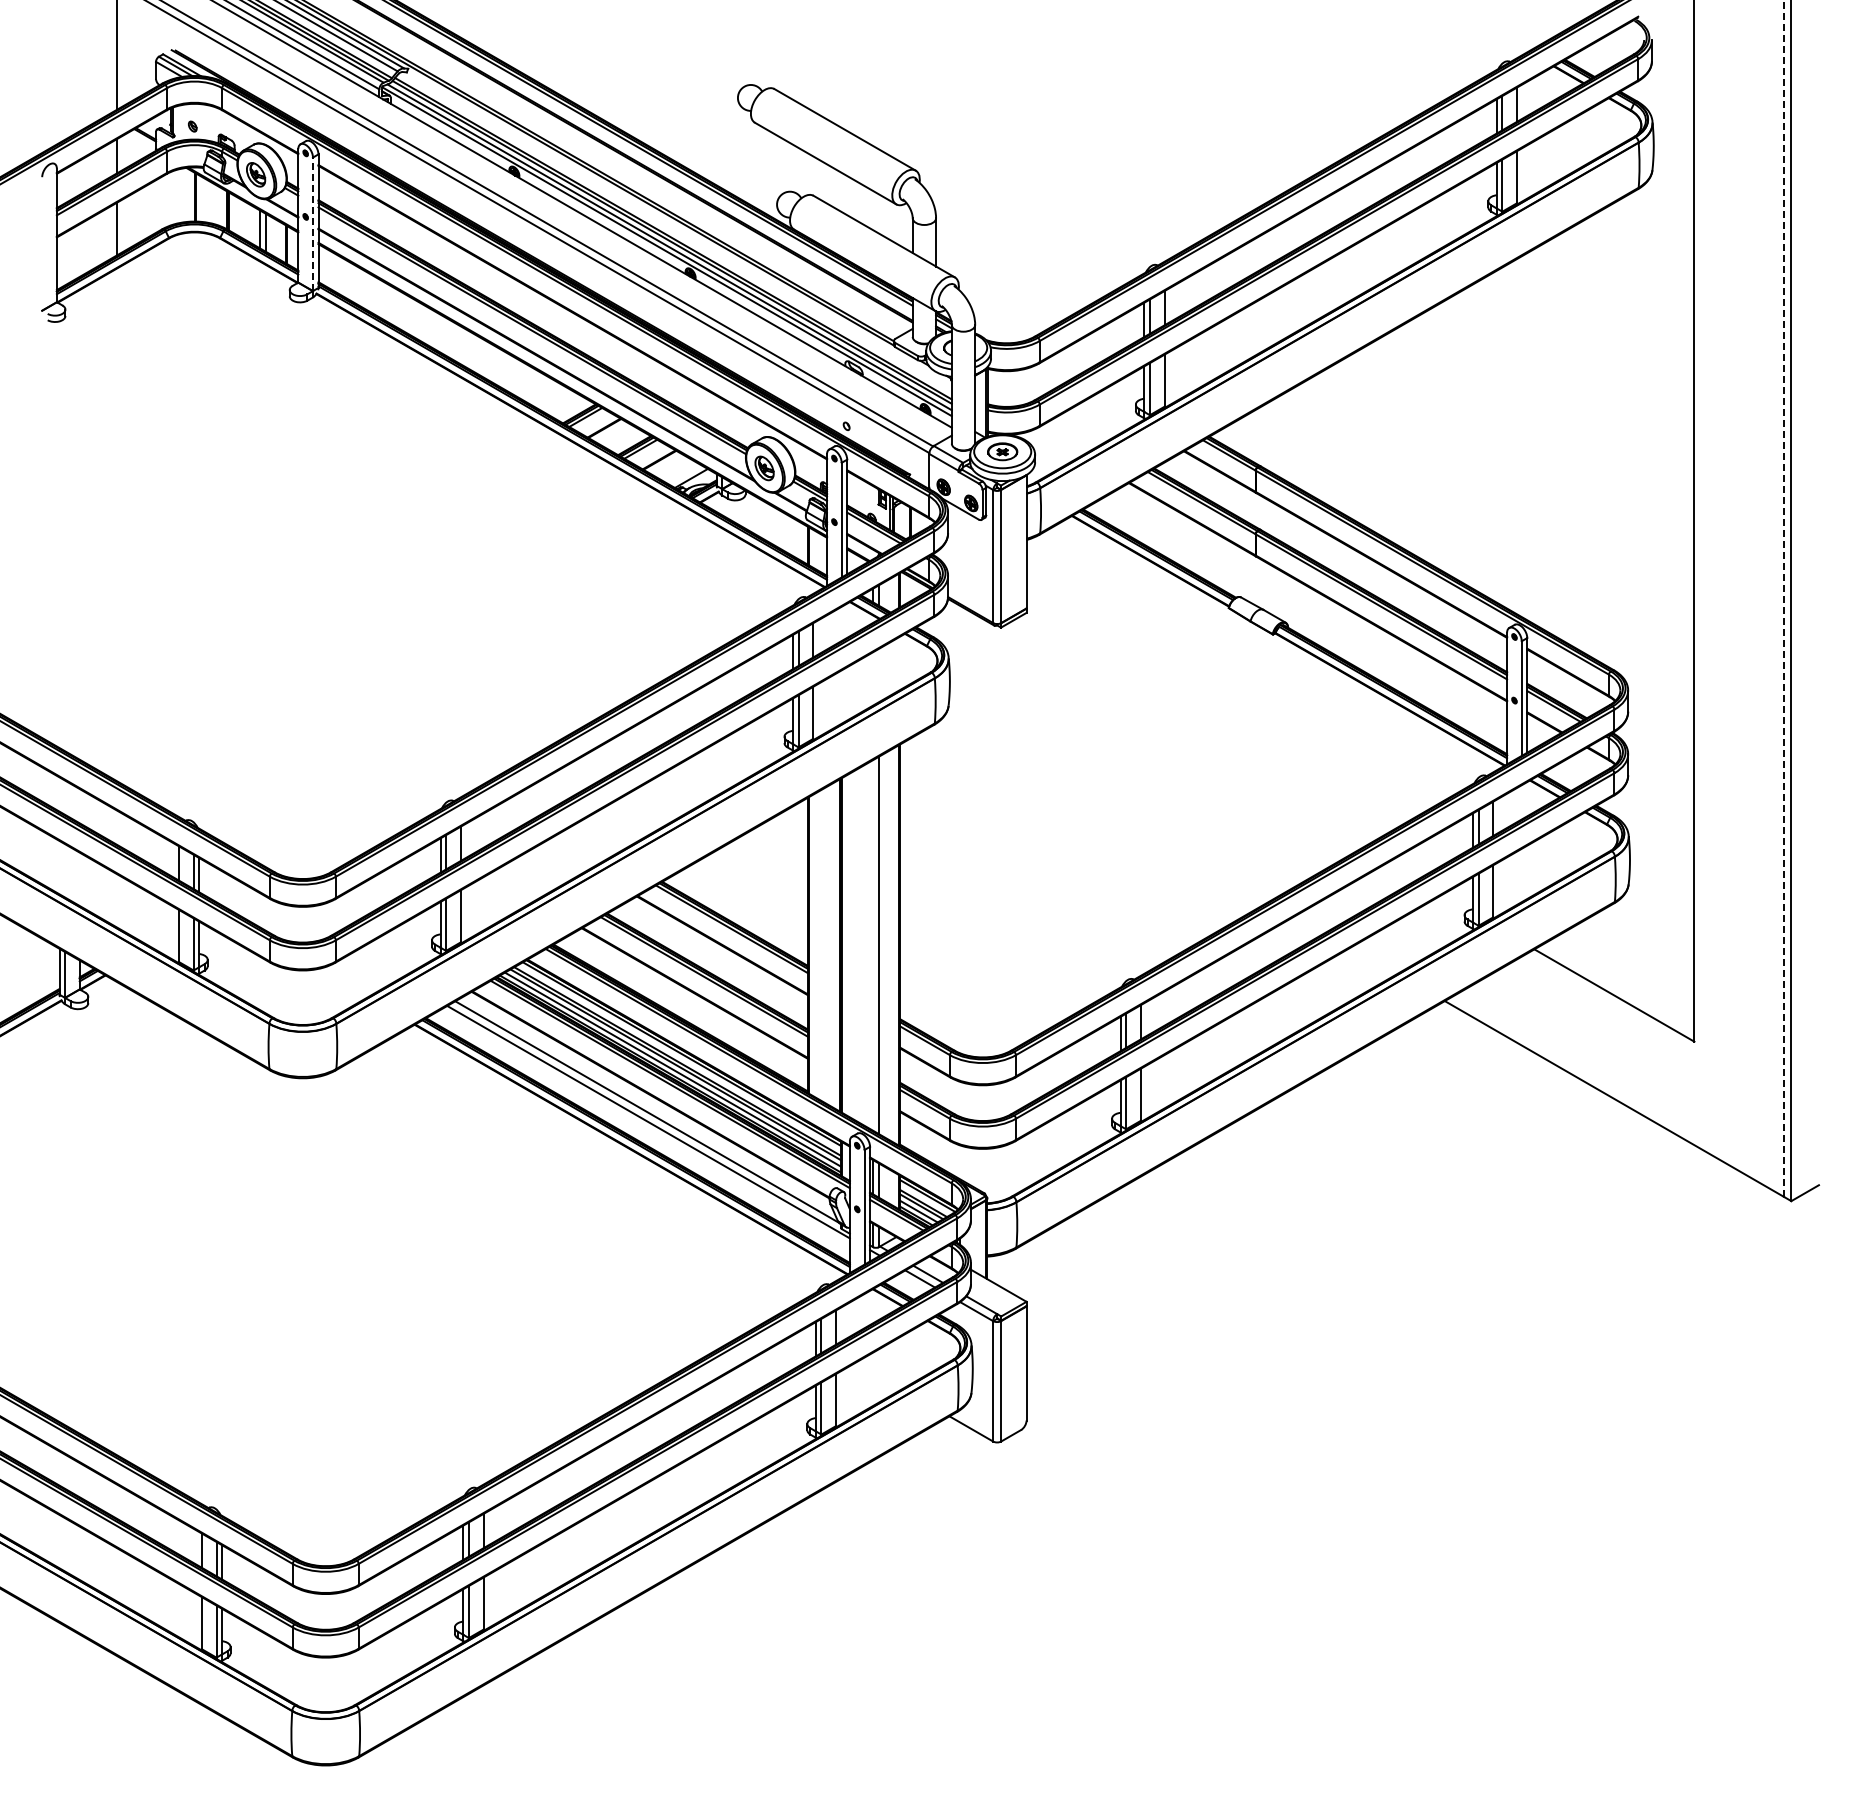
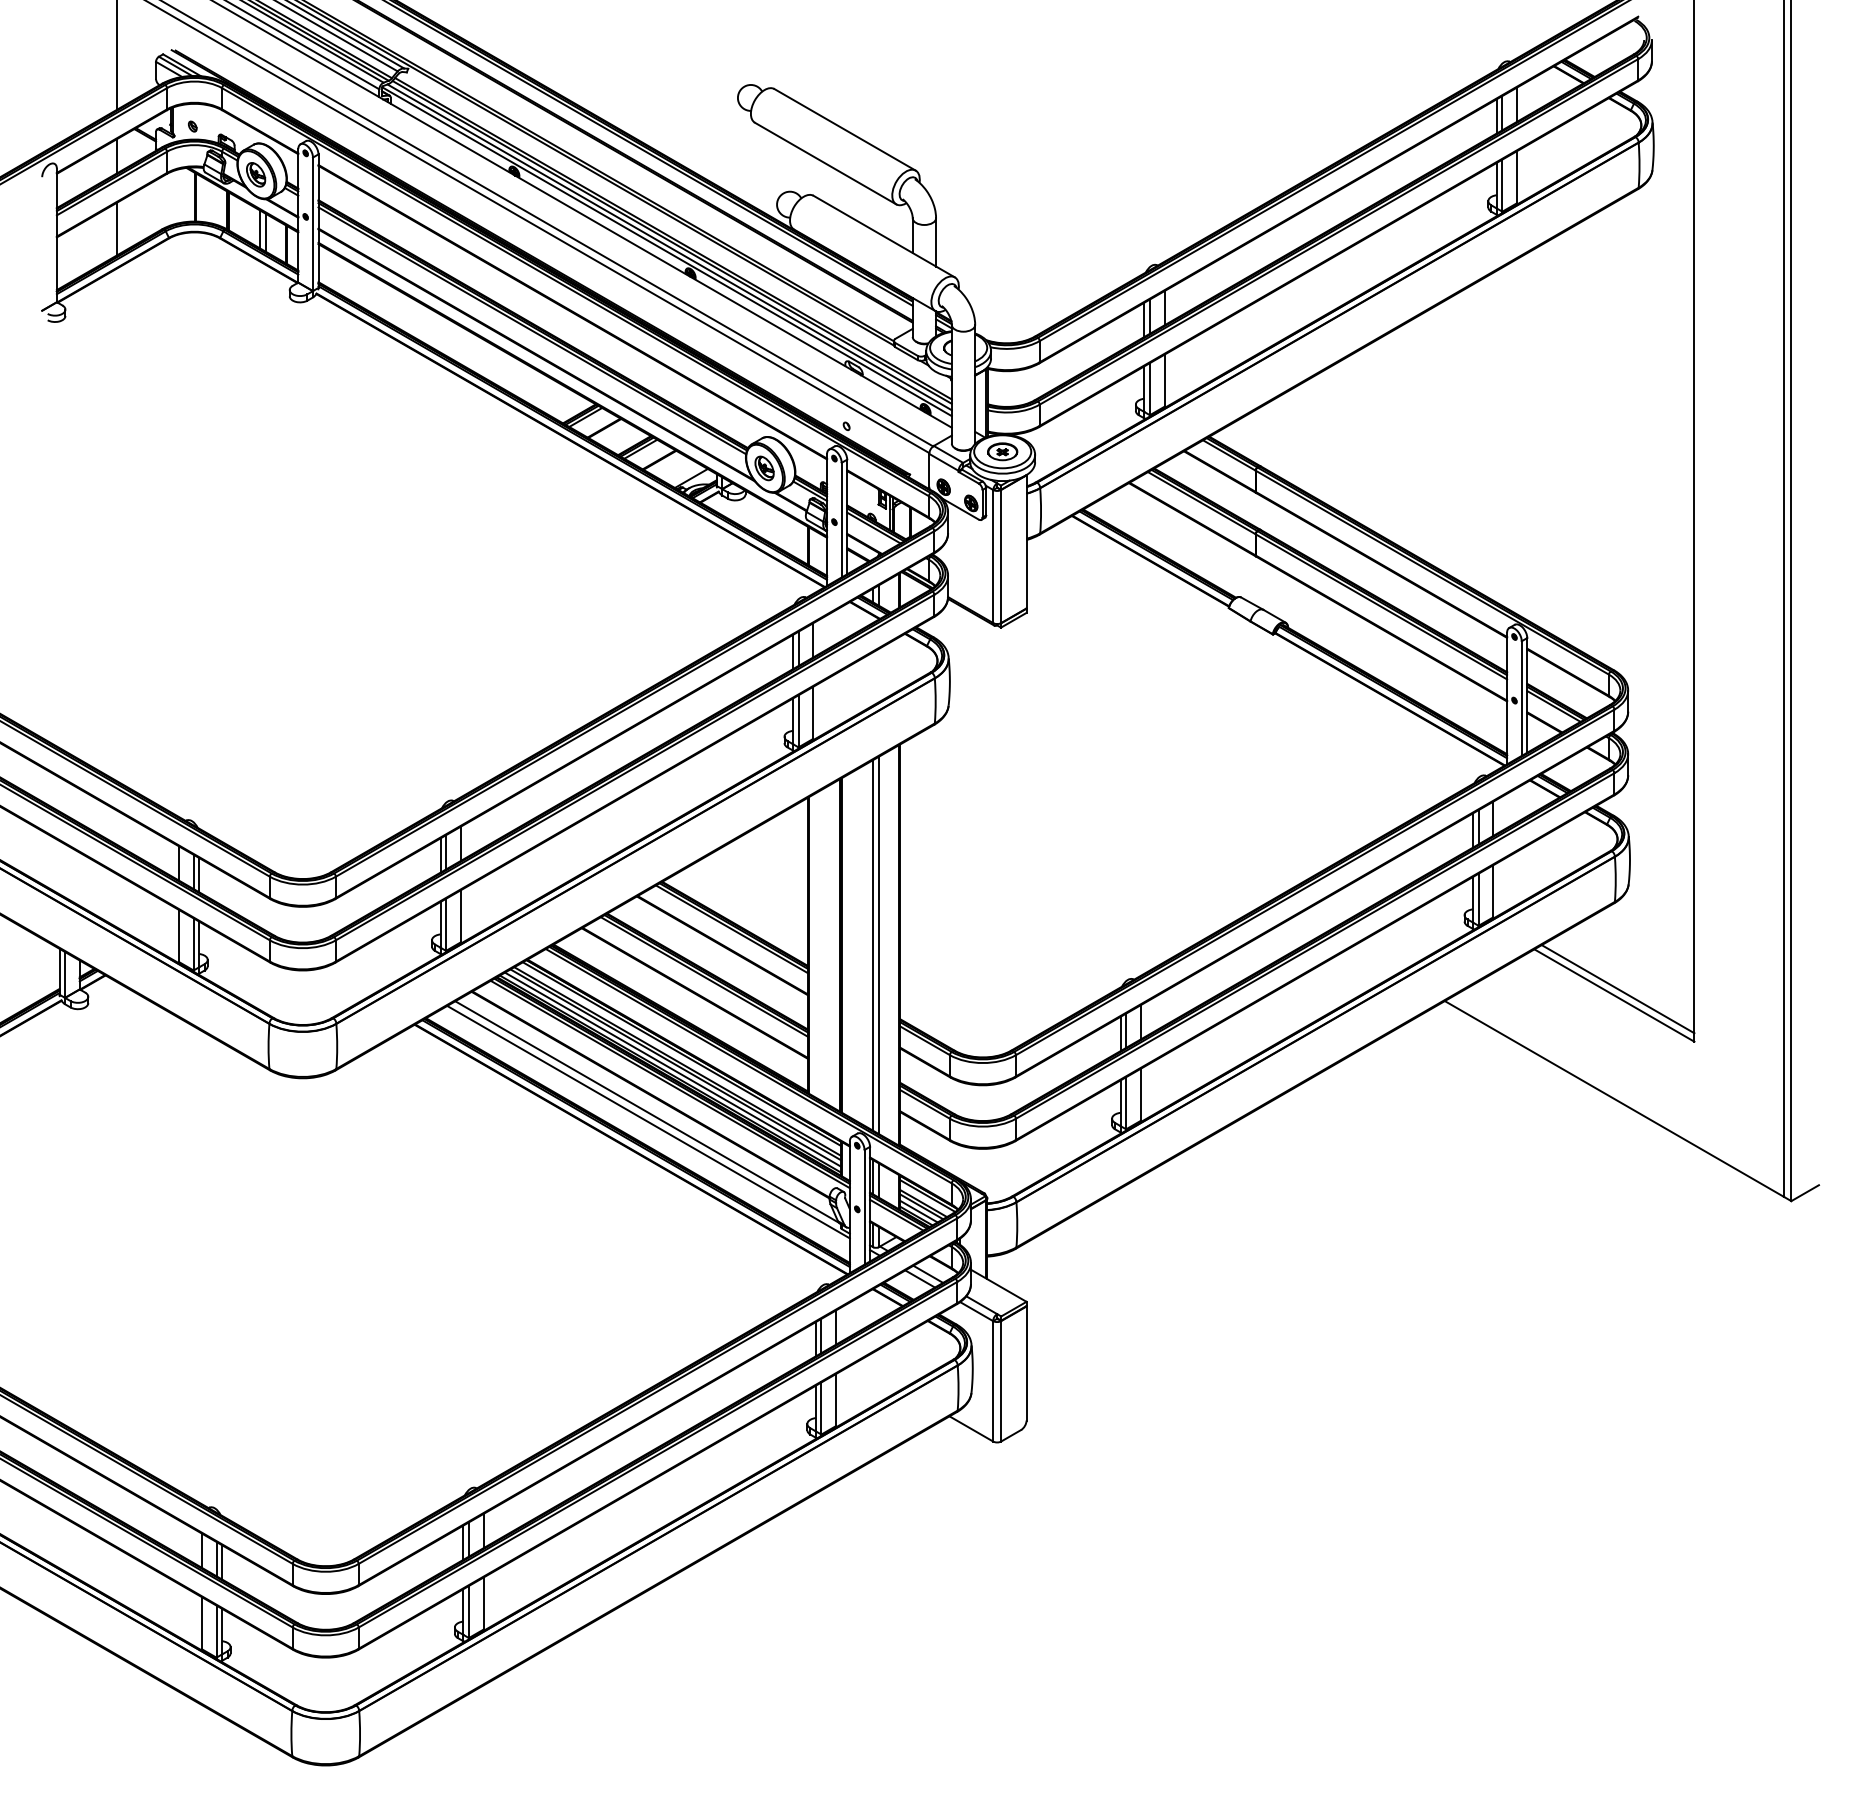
line at (312, 224): dashed -> solid
line at (1784, 599): dashed -> solid
line at (873, 945): none -> present
line at (1617, 989): none -> present
